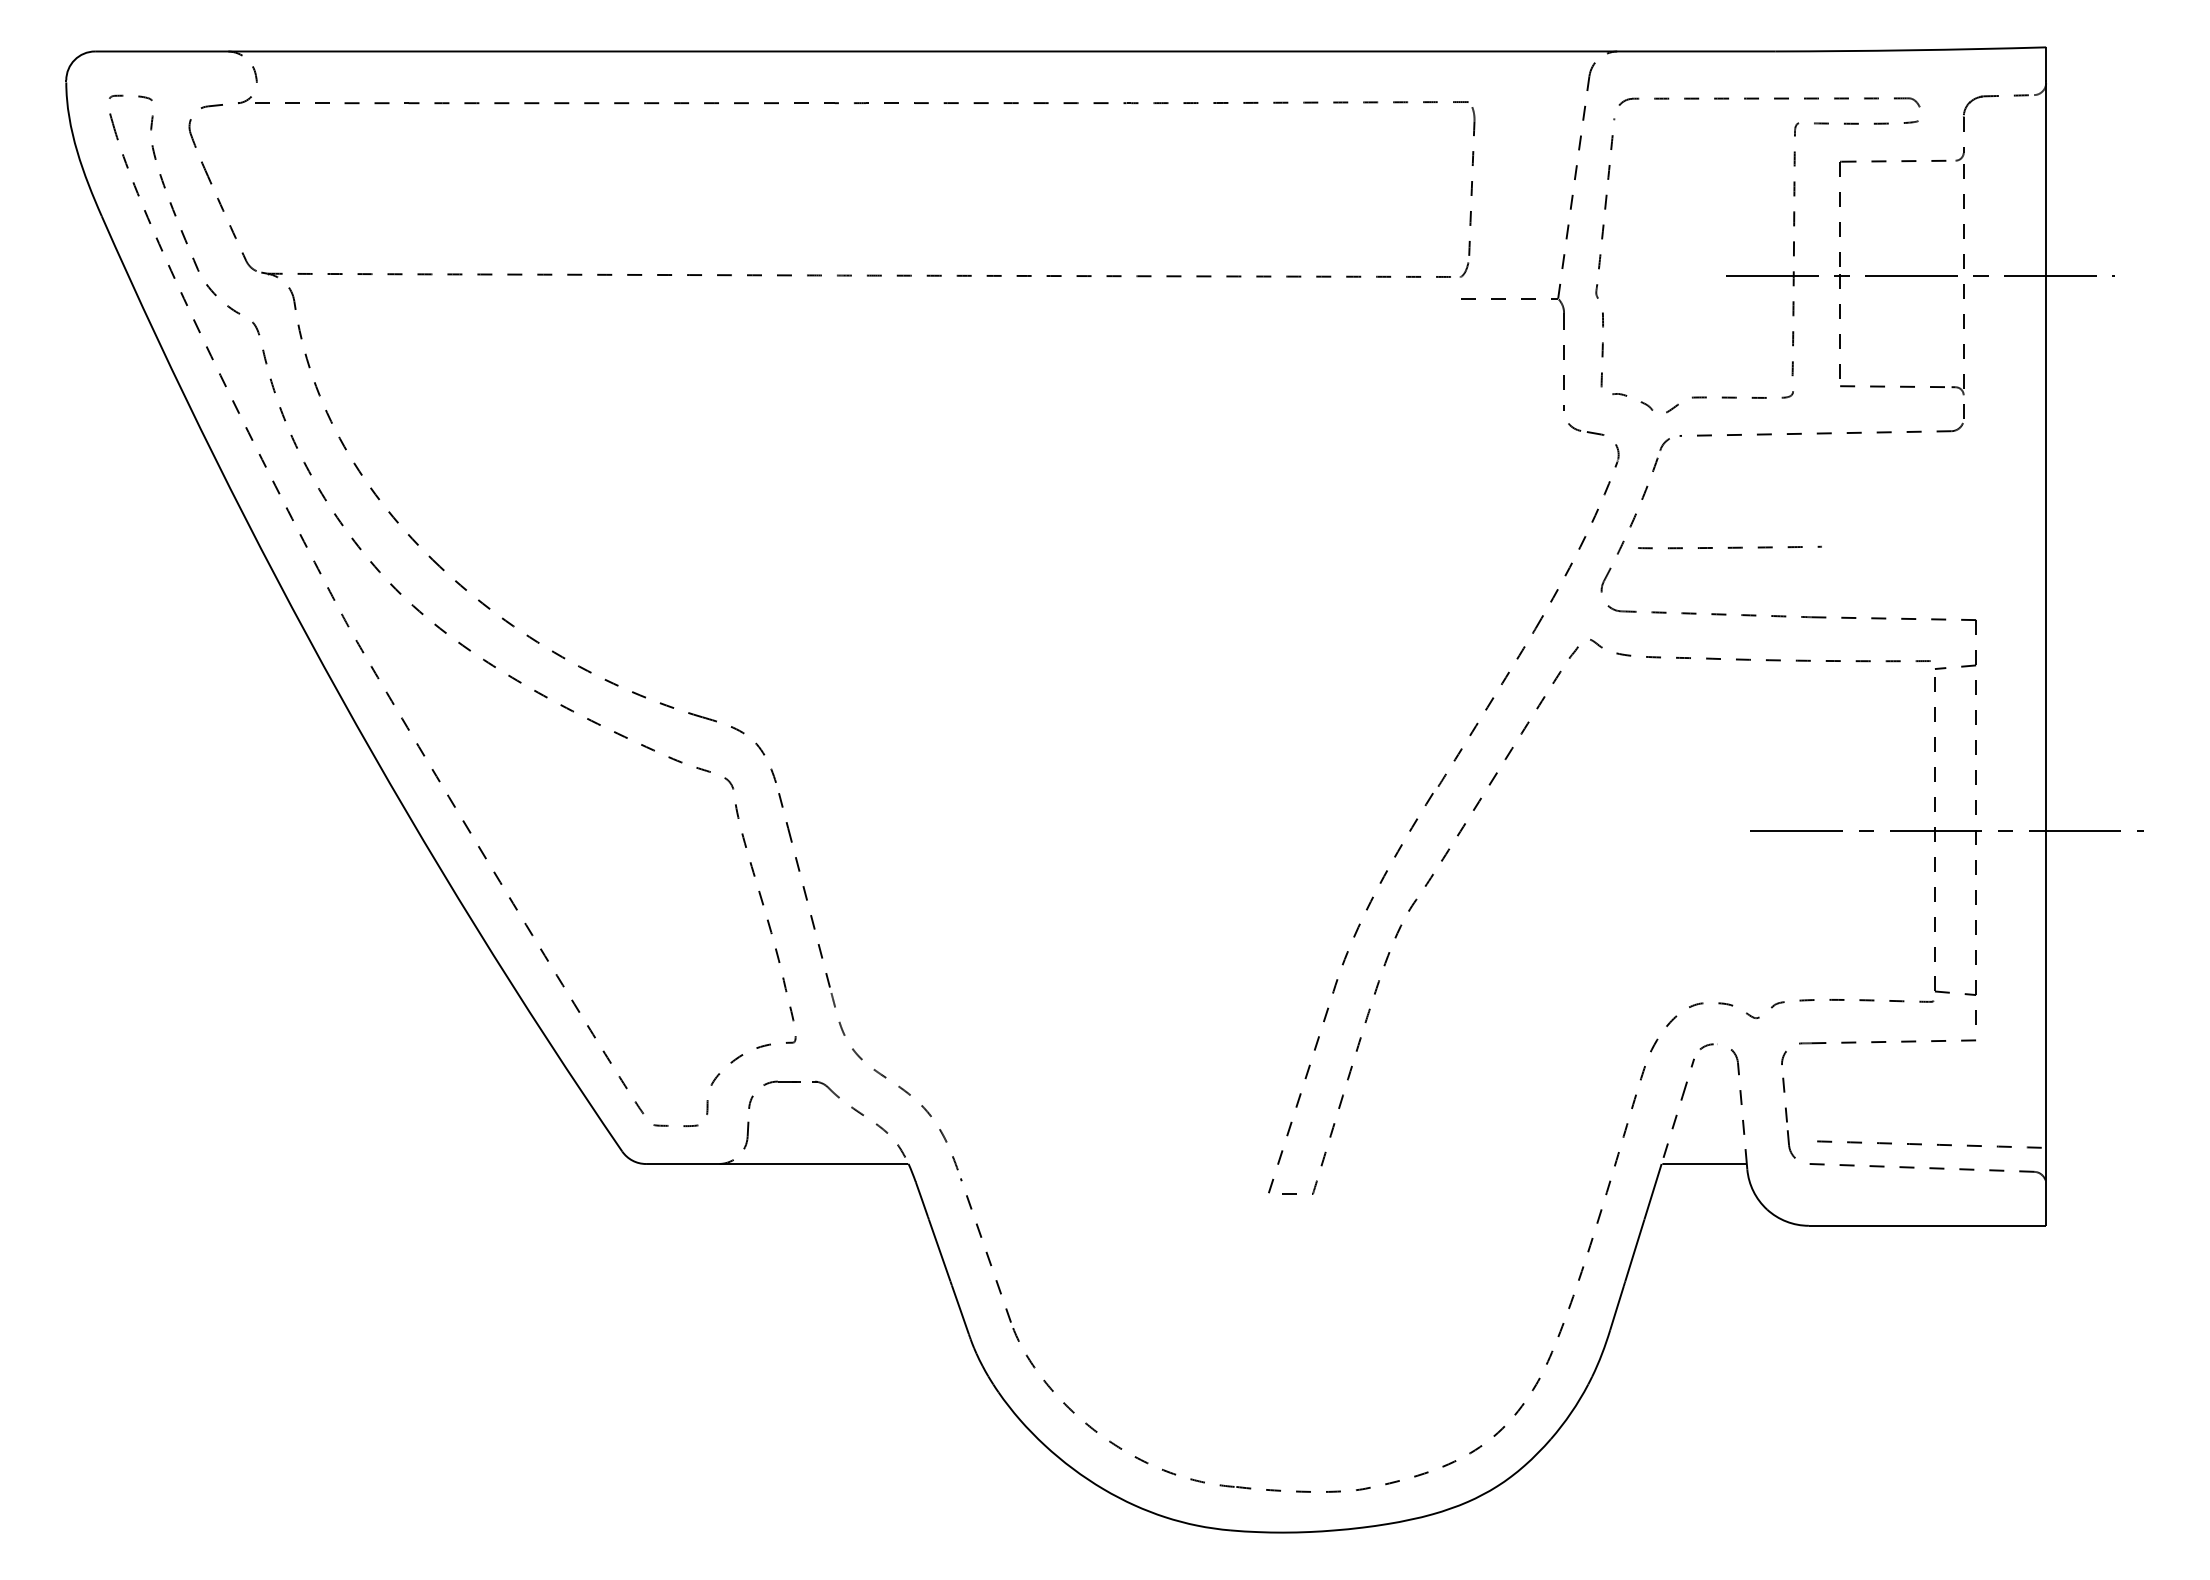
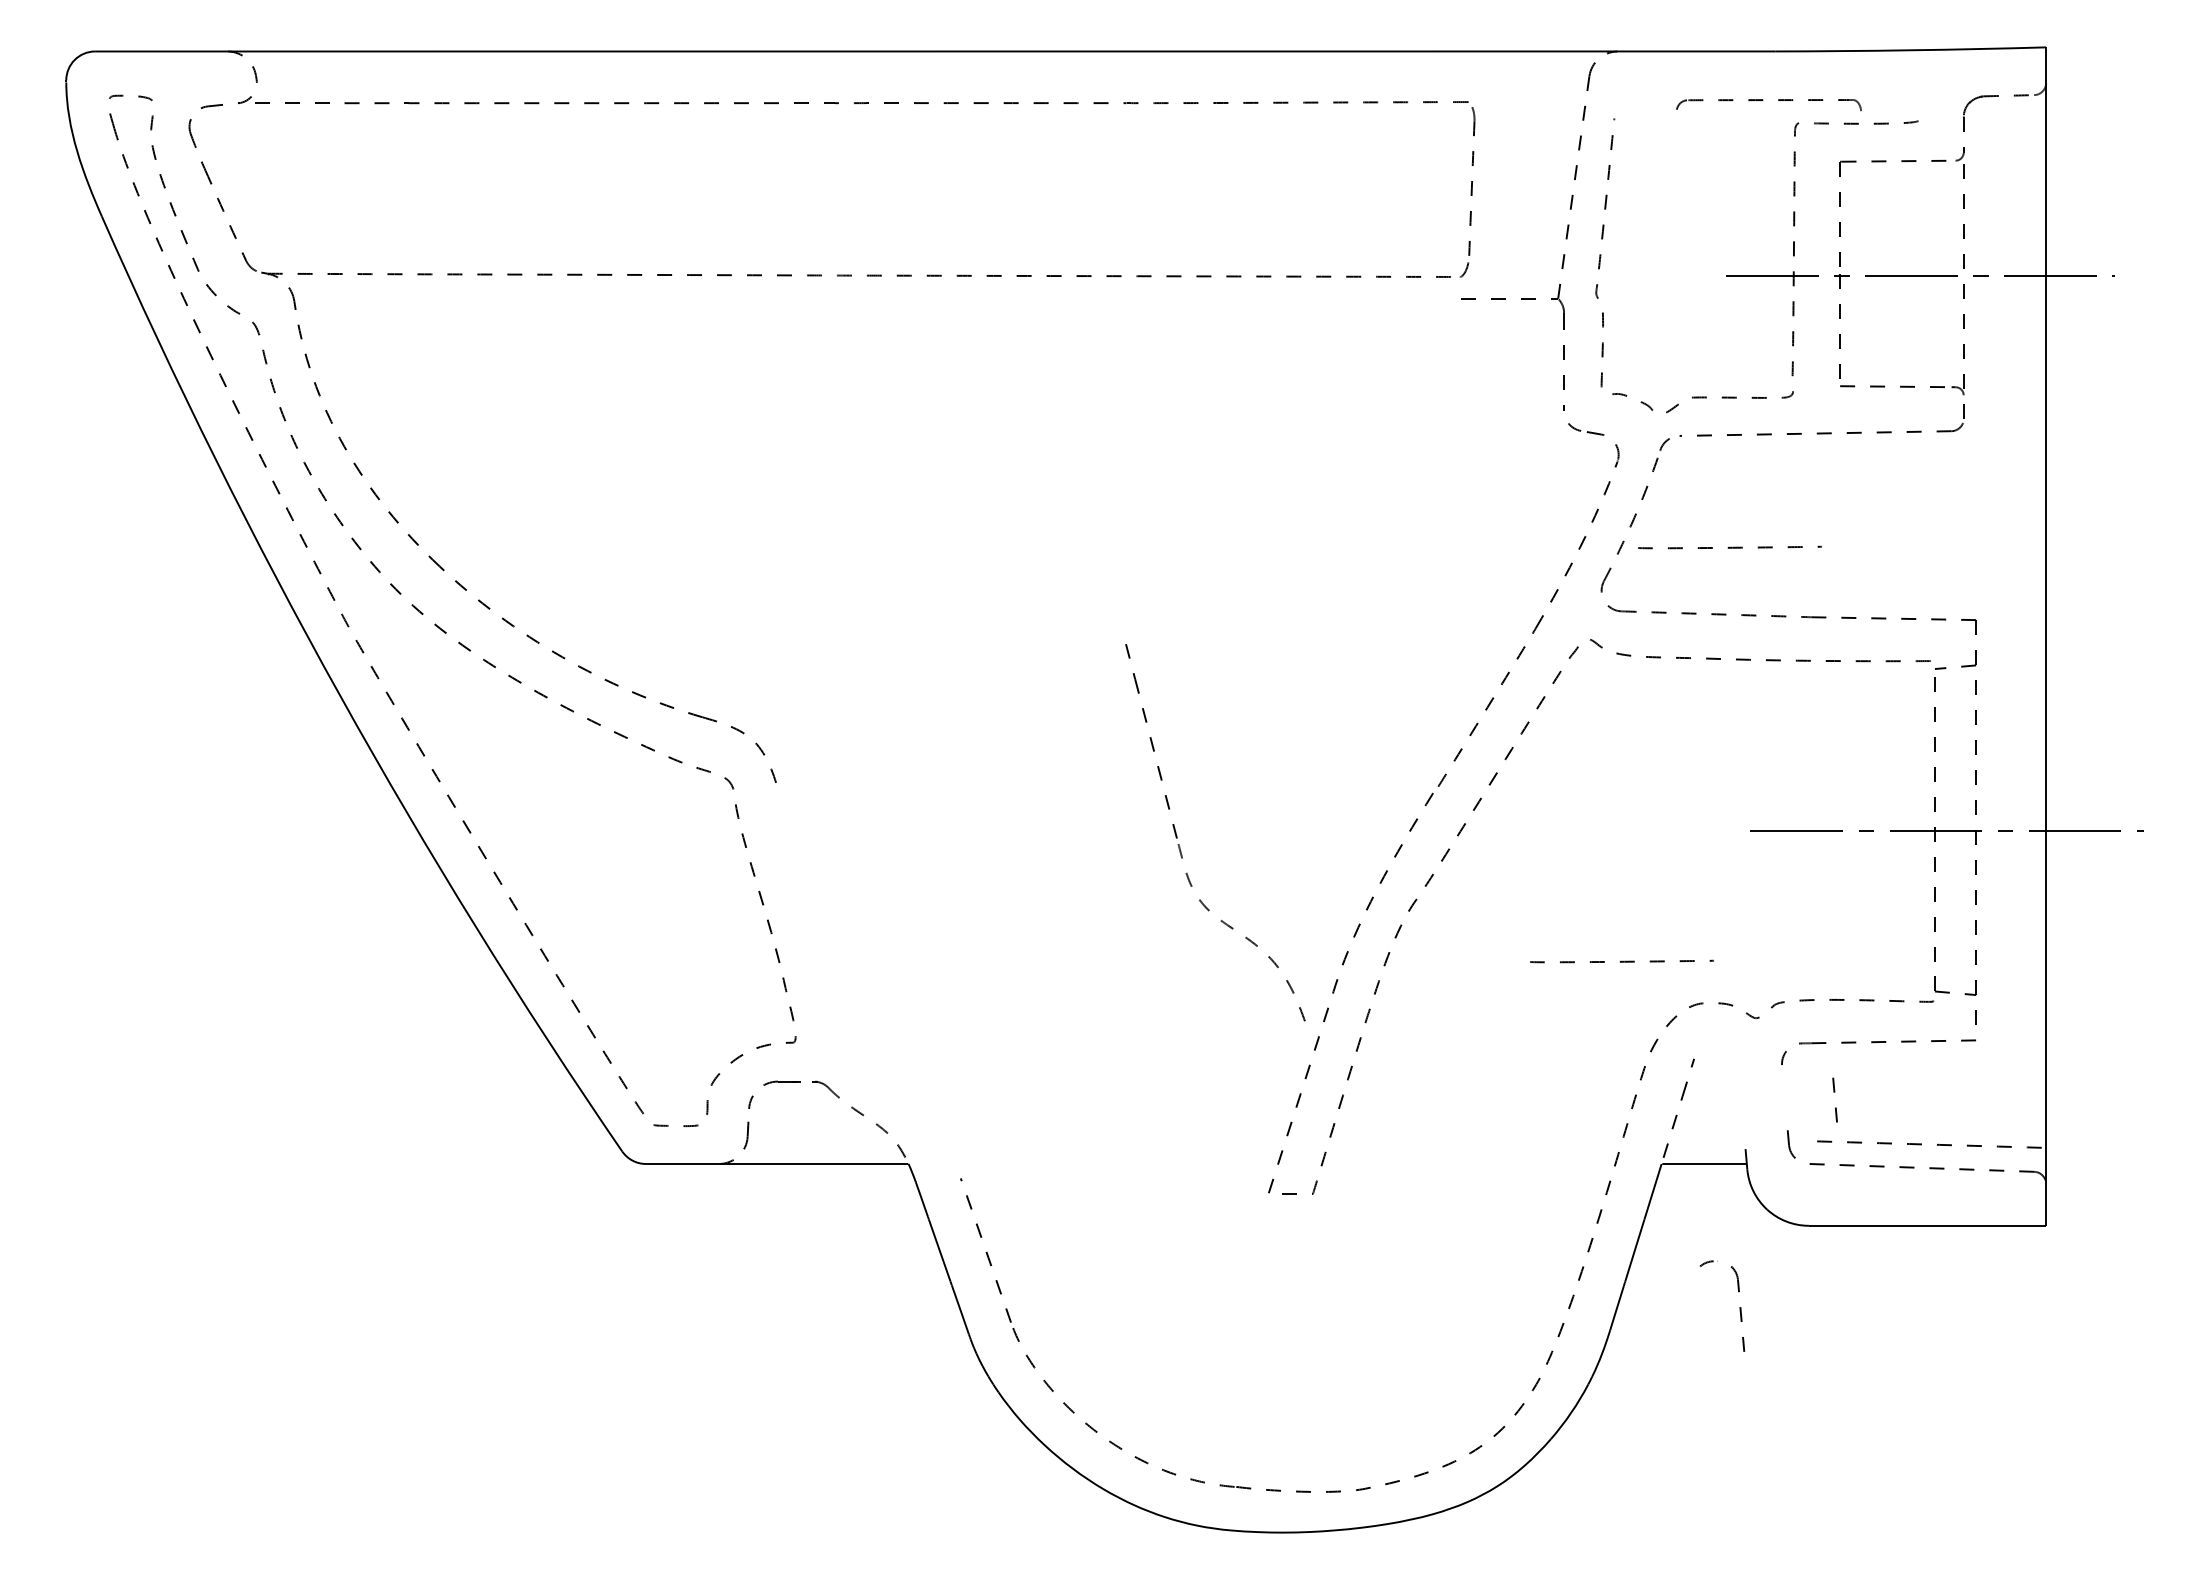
part at (1769, 102) size: 303x11 px -> 186x13 px
part at (1621, 961): none -> present
part at (832, 993) position: (832, 993) -> (1179, 844)
part at (1739, 1090) position: (1739, 1090) -> (1739, 1307)
part at (1784, 1092) position: (1784, 1092) -> (1834, 1092)
